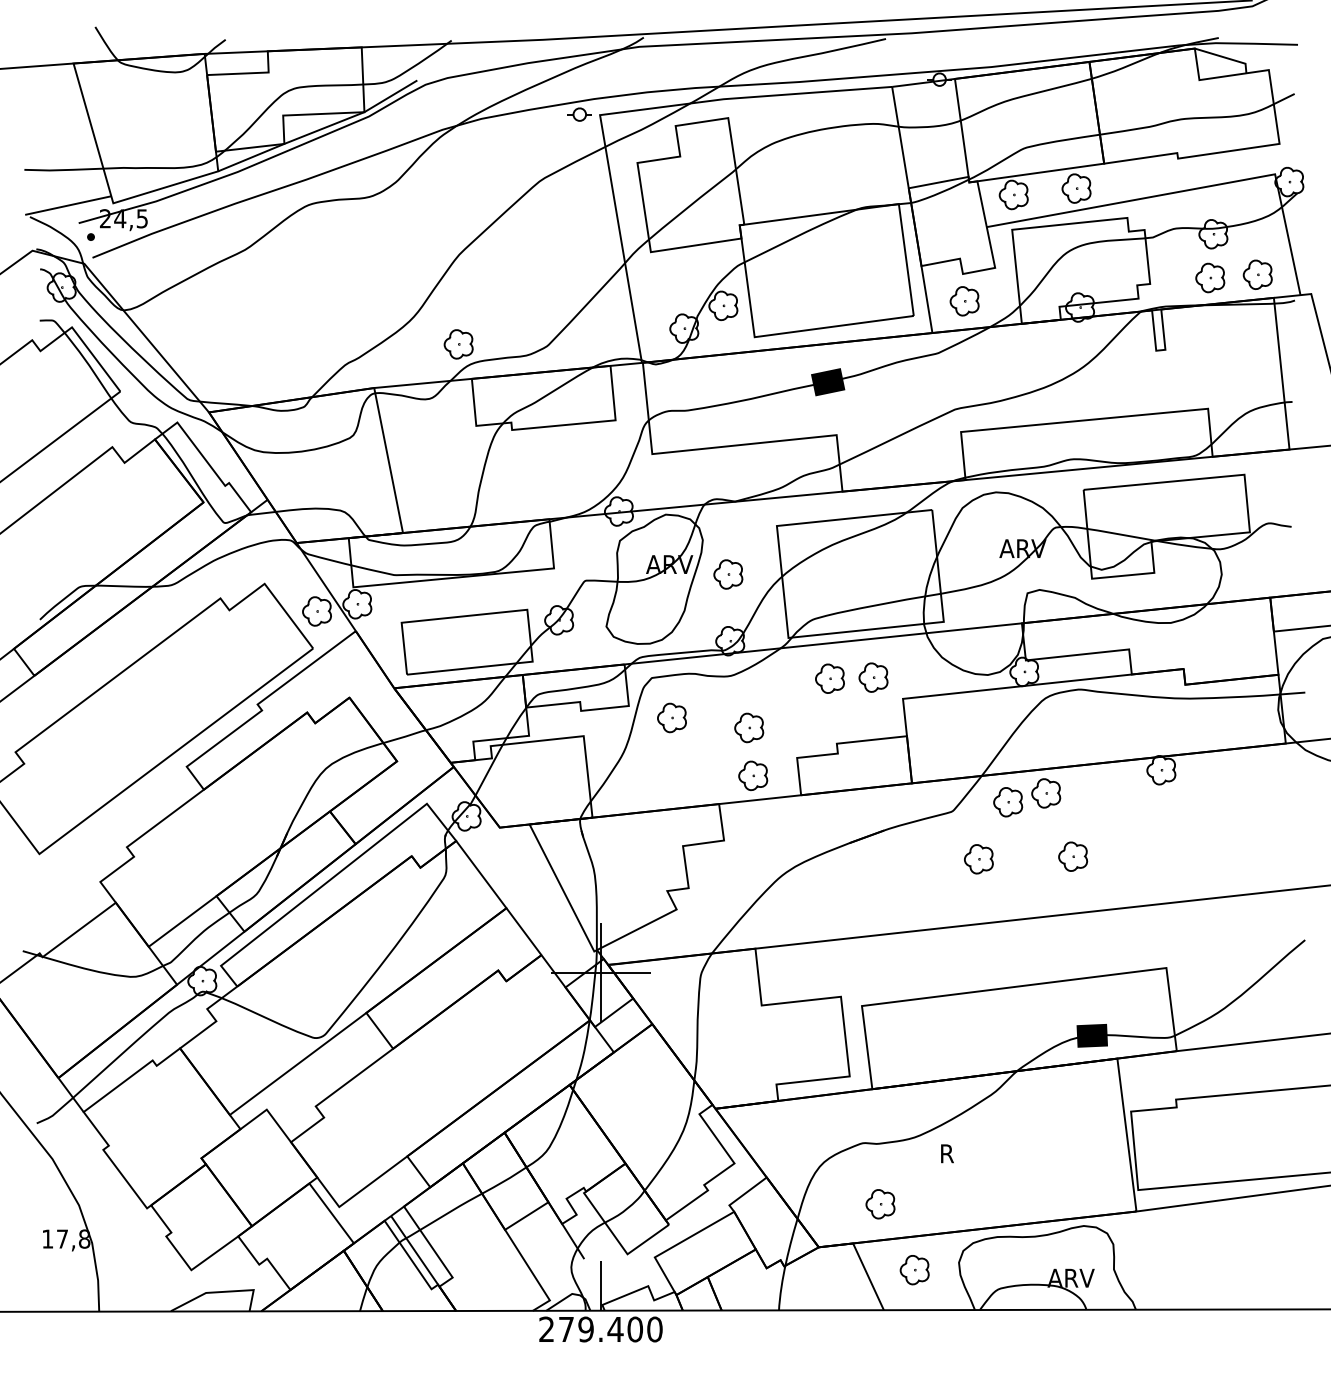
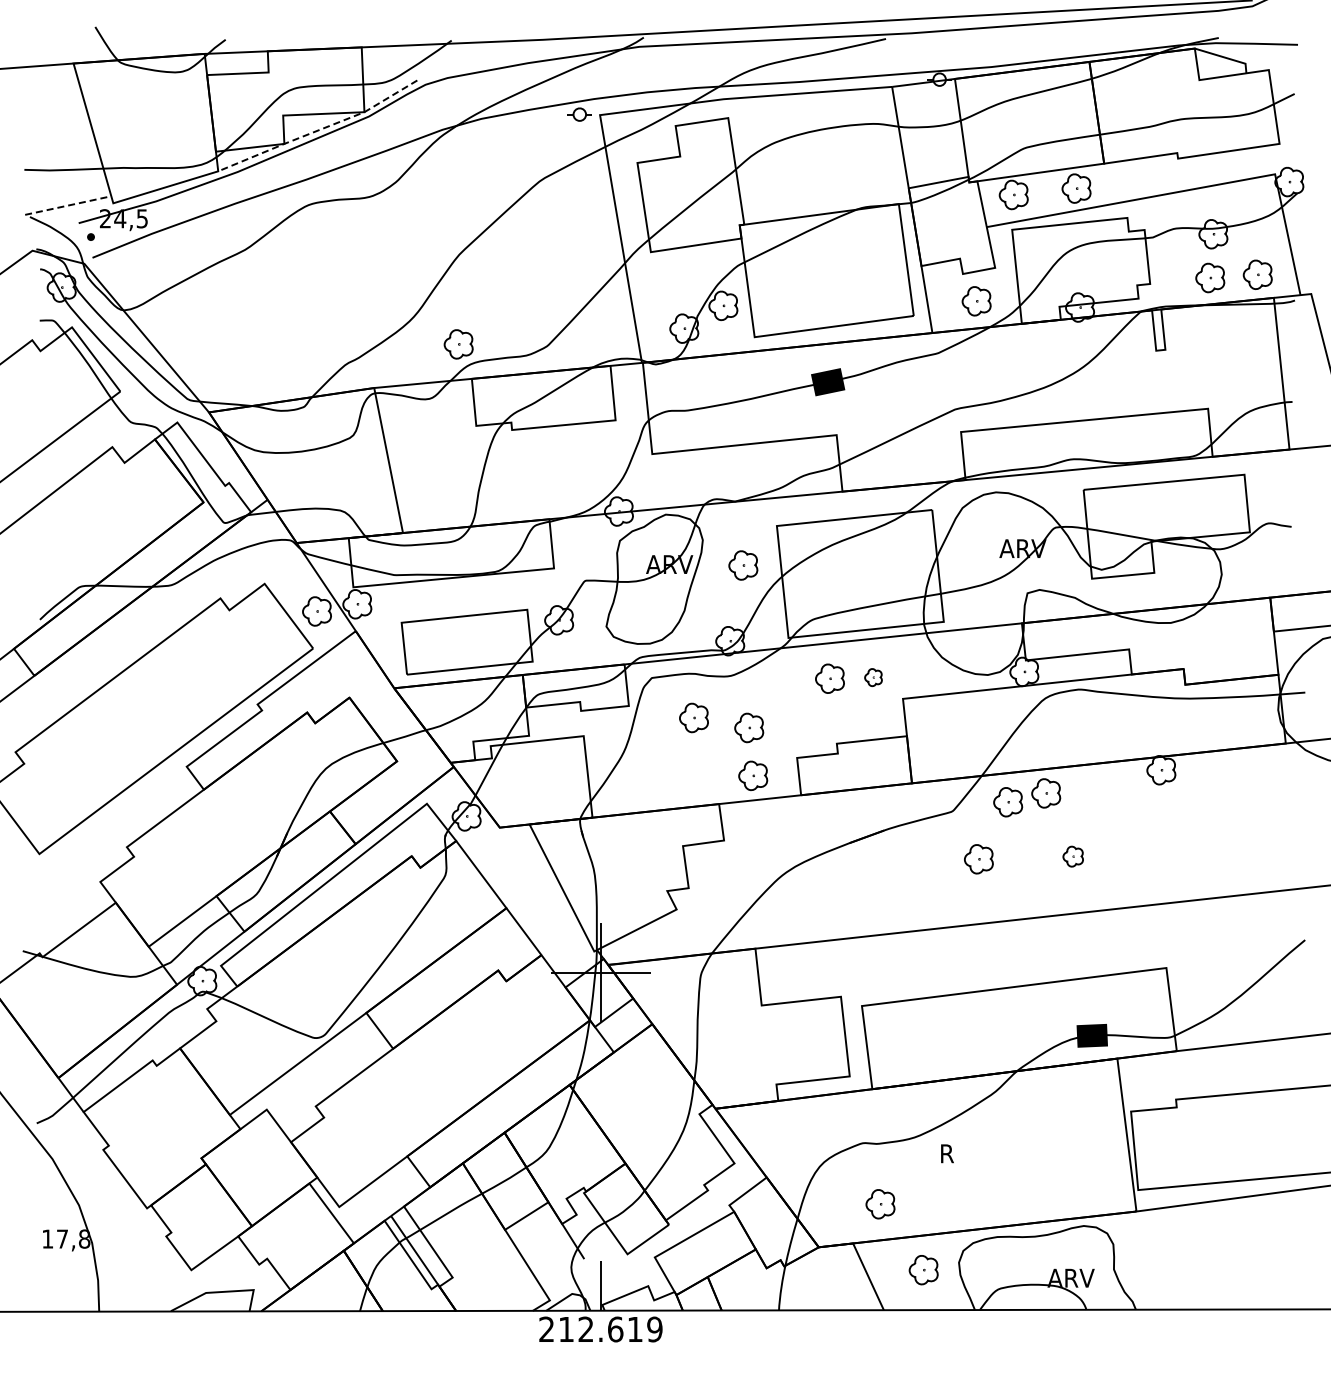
line at (319, 130): solid -> dashed
line at (68, 205): solid -> dashed
part at (964, 301) position: (964, 301) -> (976, 301)
part at (728, 574) position: (728, 574) -> (743, 565)
part at (873, 677) size: 31x31 px -> 19x19 px
part at (671, 717) position: (671, 717) -> (693, 717)
part at (1073, 856) size: 31x31 px -> 22x23 px
part at (914, 1270) position: (914, 1270) -> (923, 1270)
text at (610, 1329): 279.400 -> 212.619
